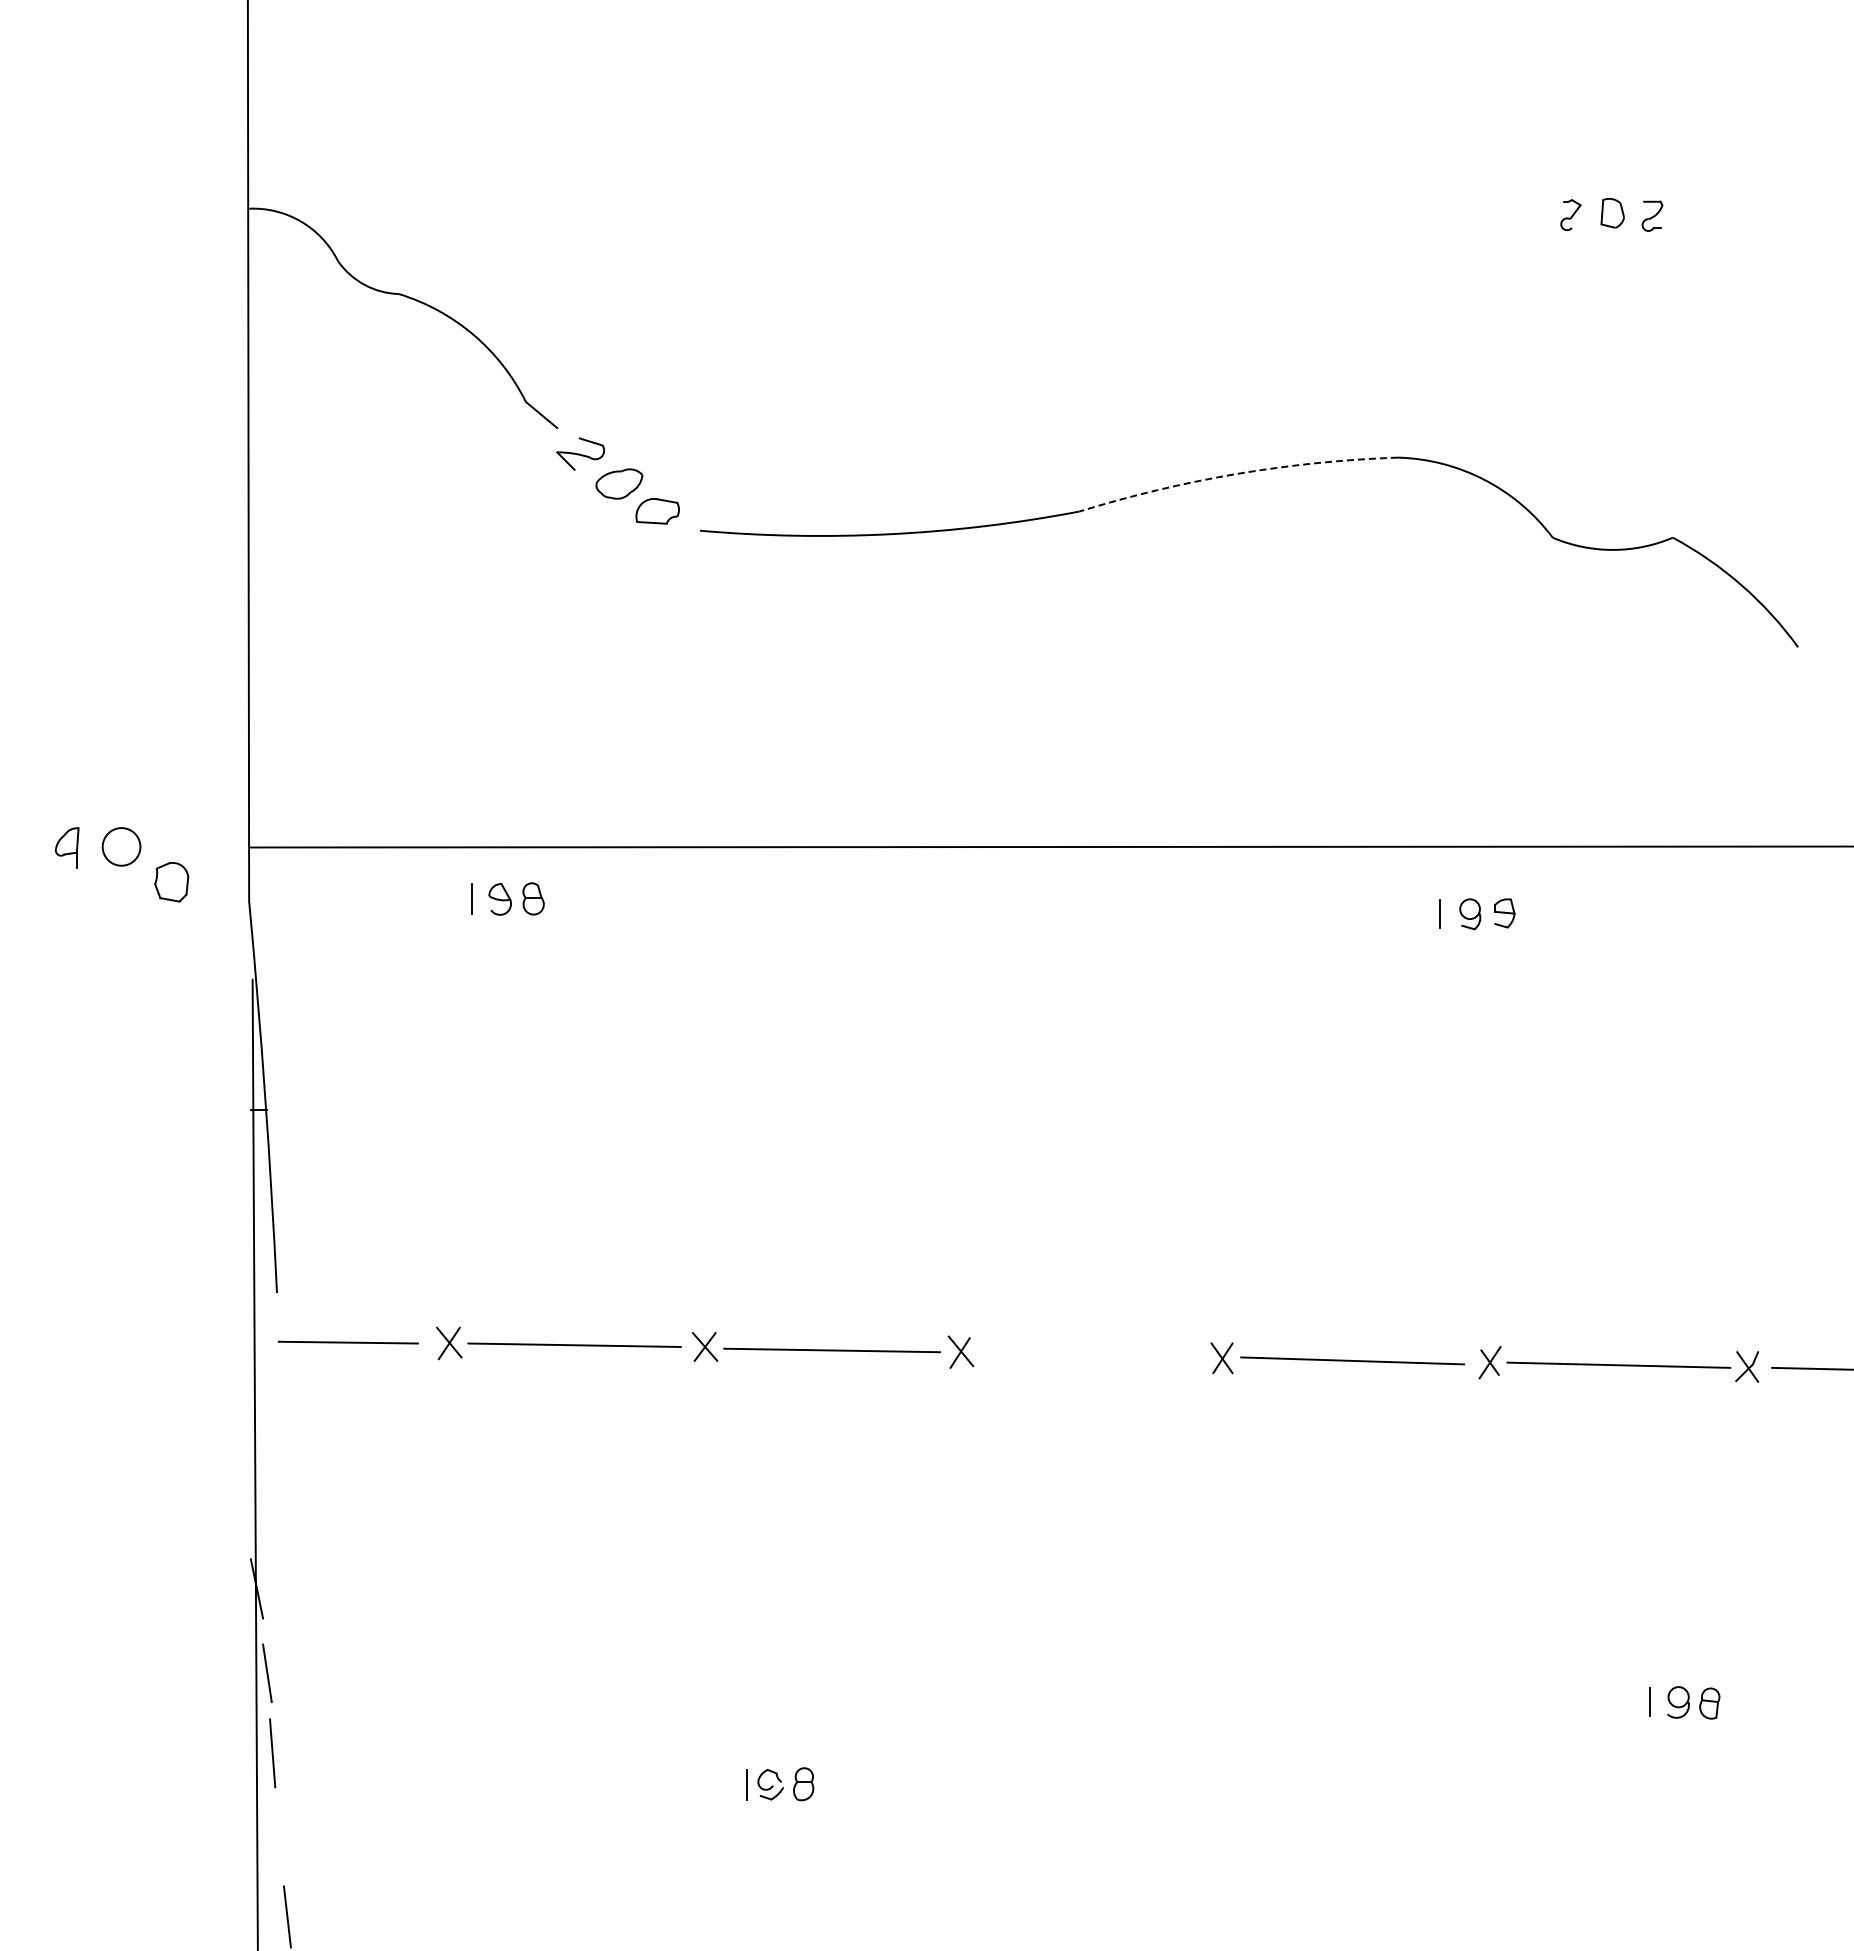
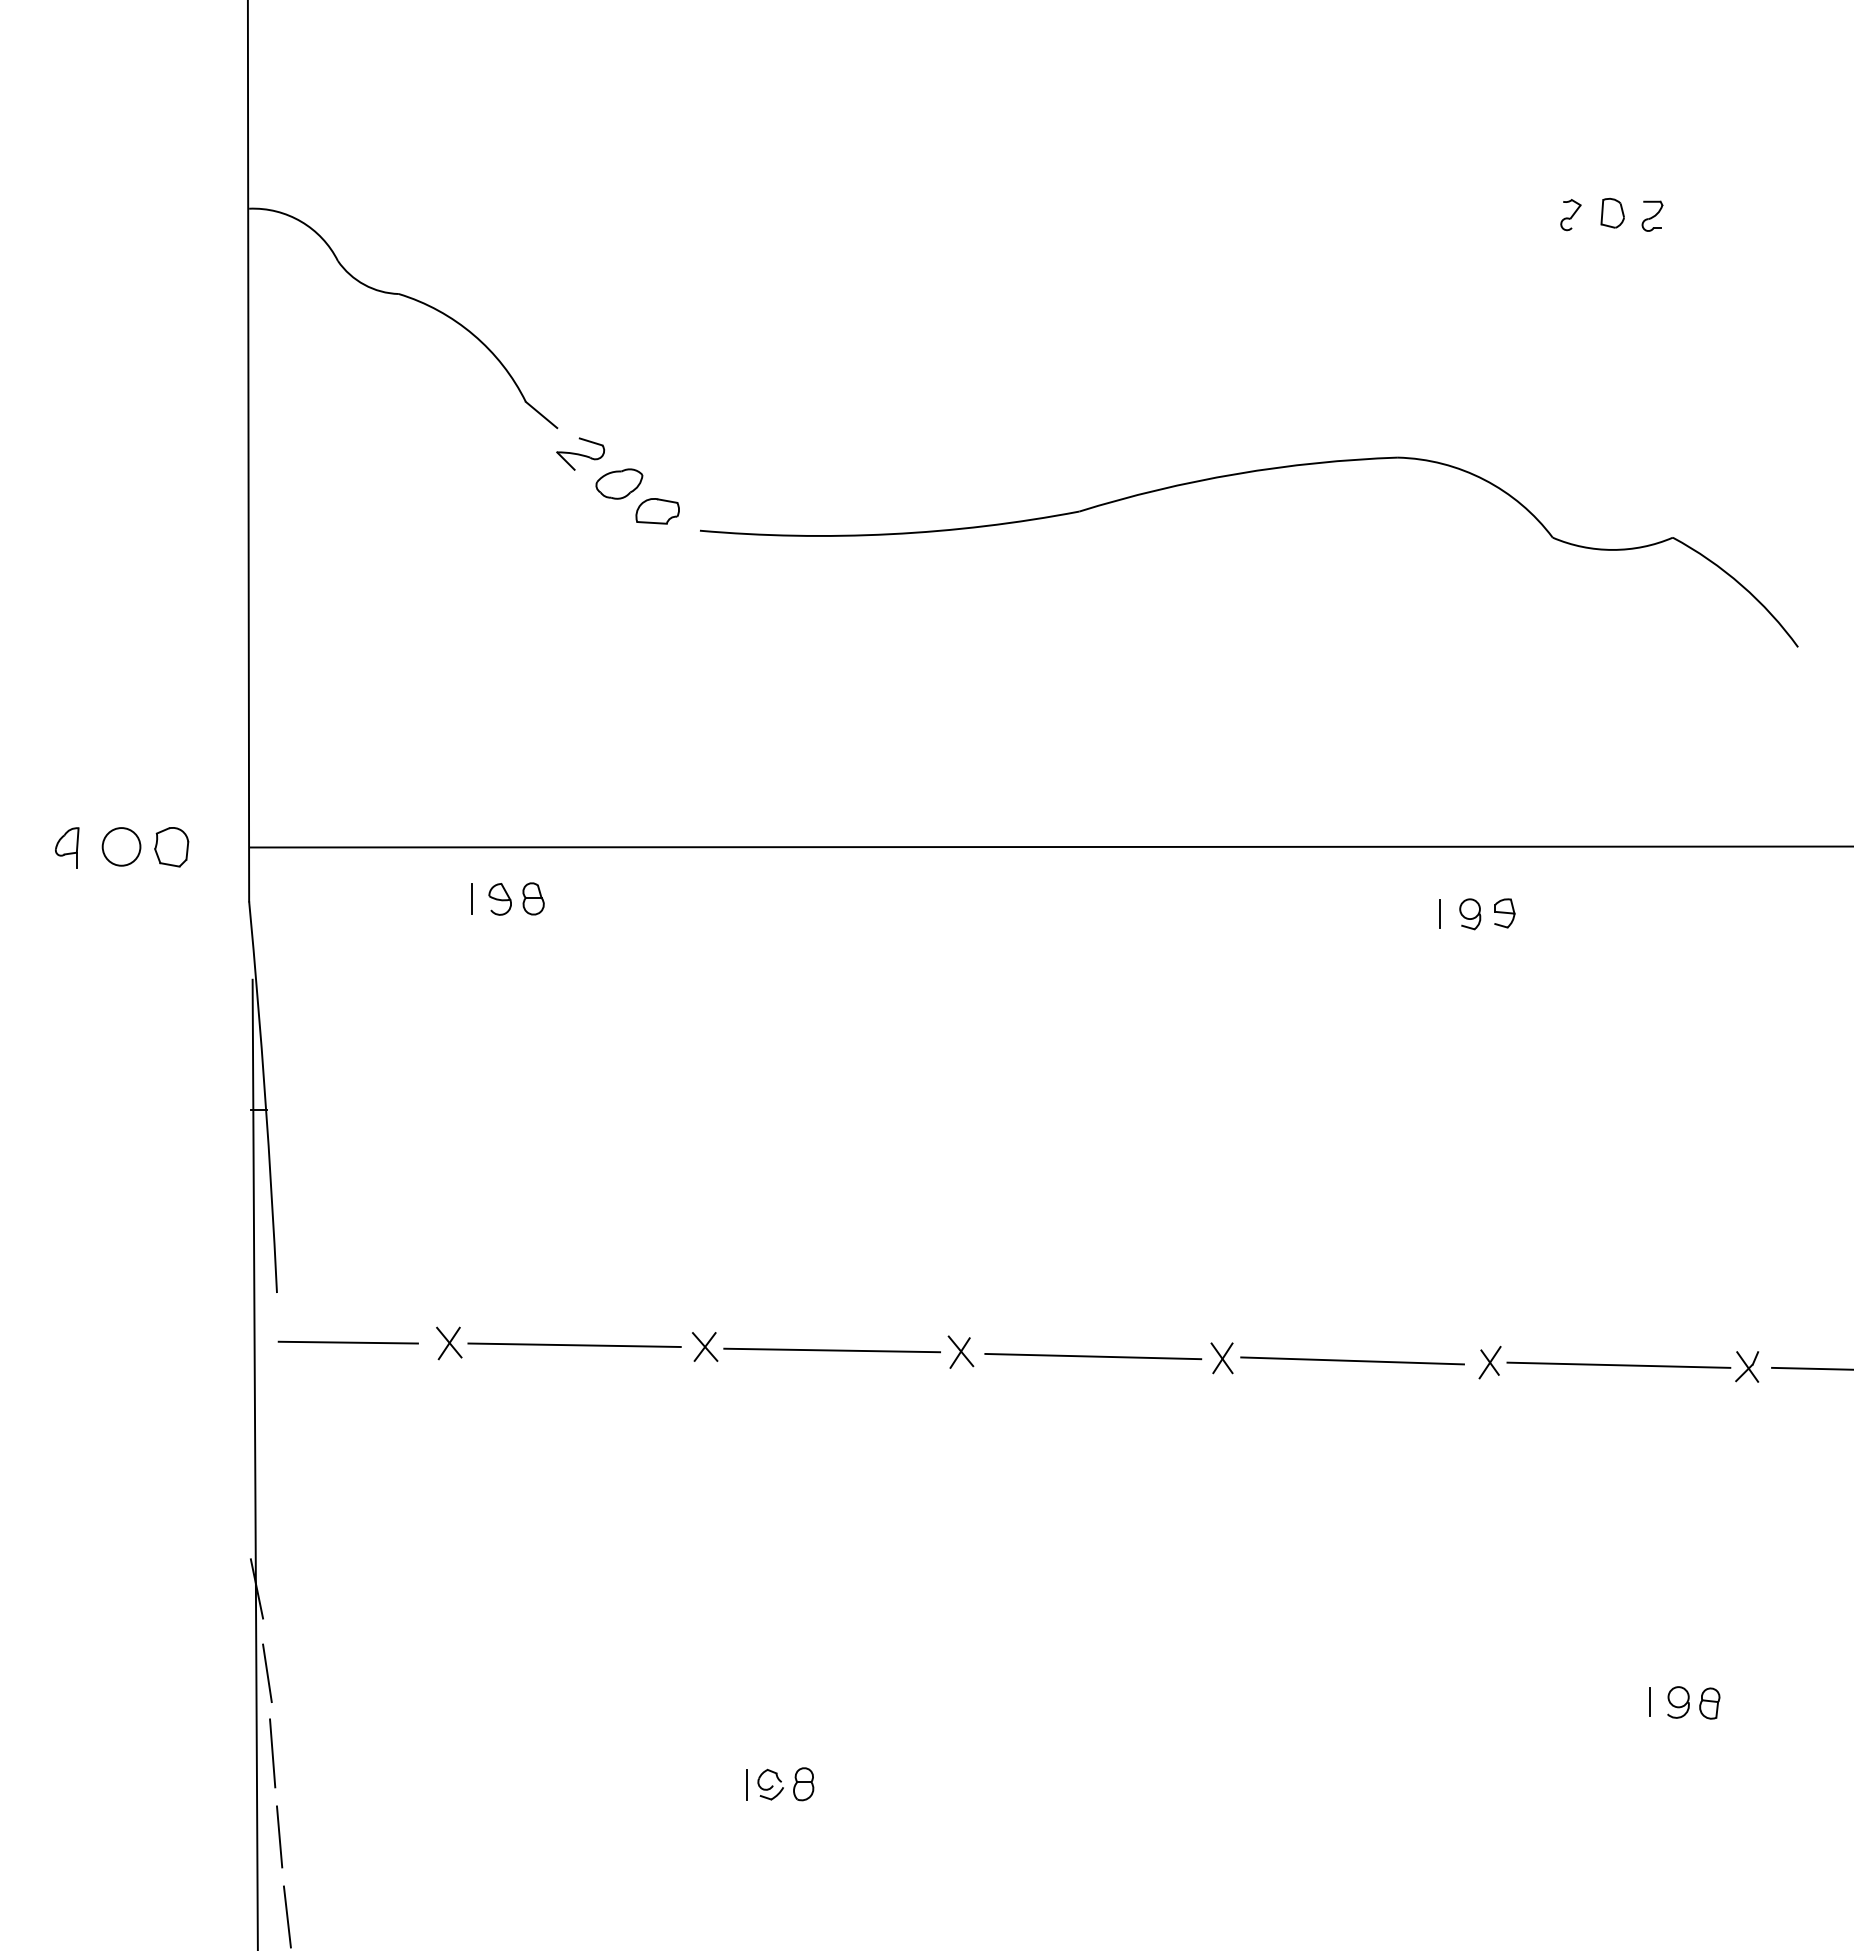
arc at (1236, 473): dashed -> solid
part at (171, 882) position: (171, 882) -> (171, 847)
line at (1093, 1356): none -> present
line at (279, 1836): none -> present
